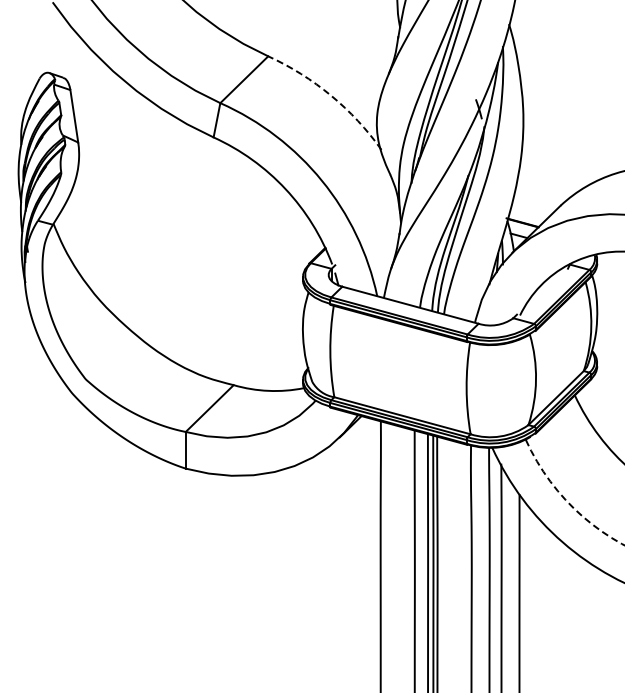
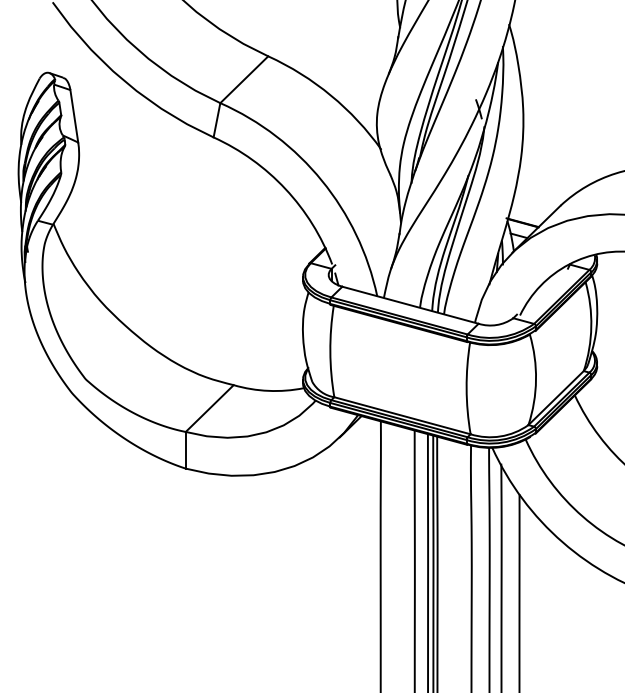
arc at (331, 95): dashed -> solid
arc at (565, 499): dashed -> solid
